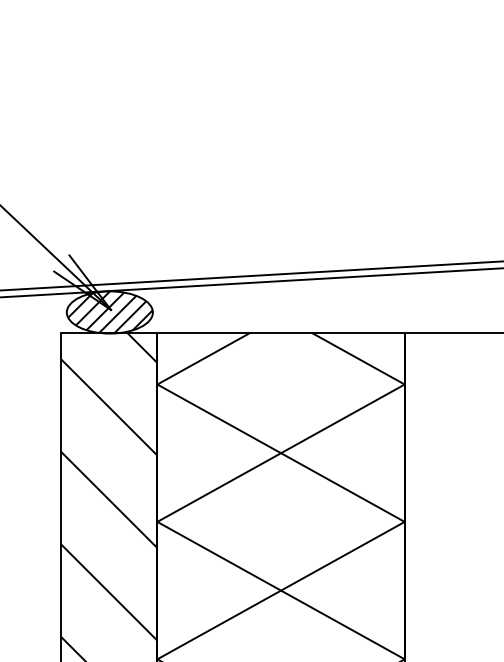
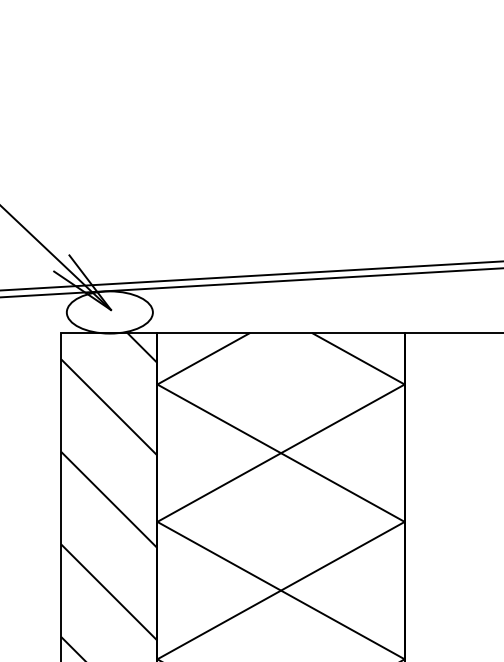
hatch at (110, 311): present -> none
